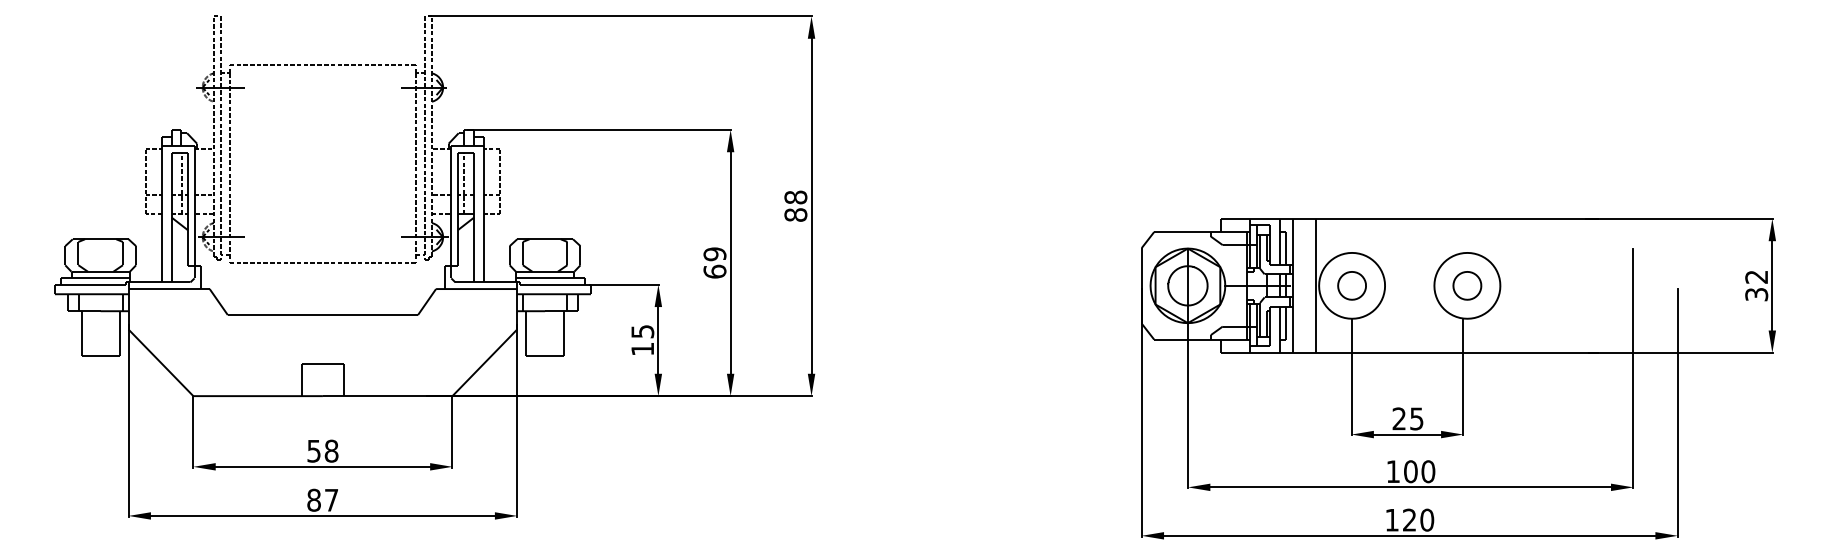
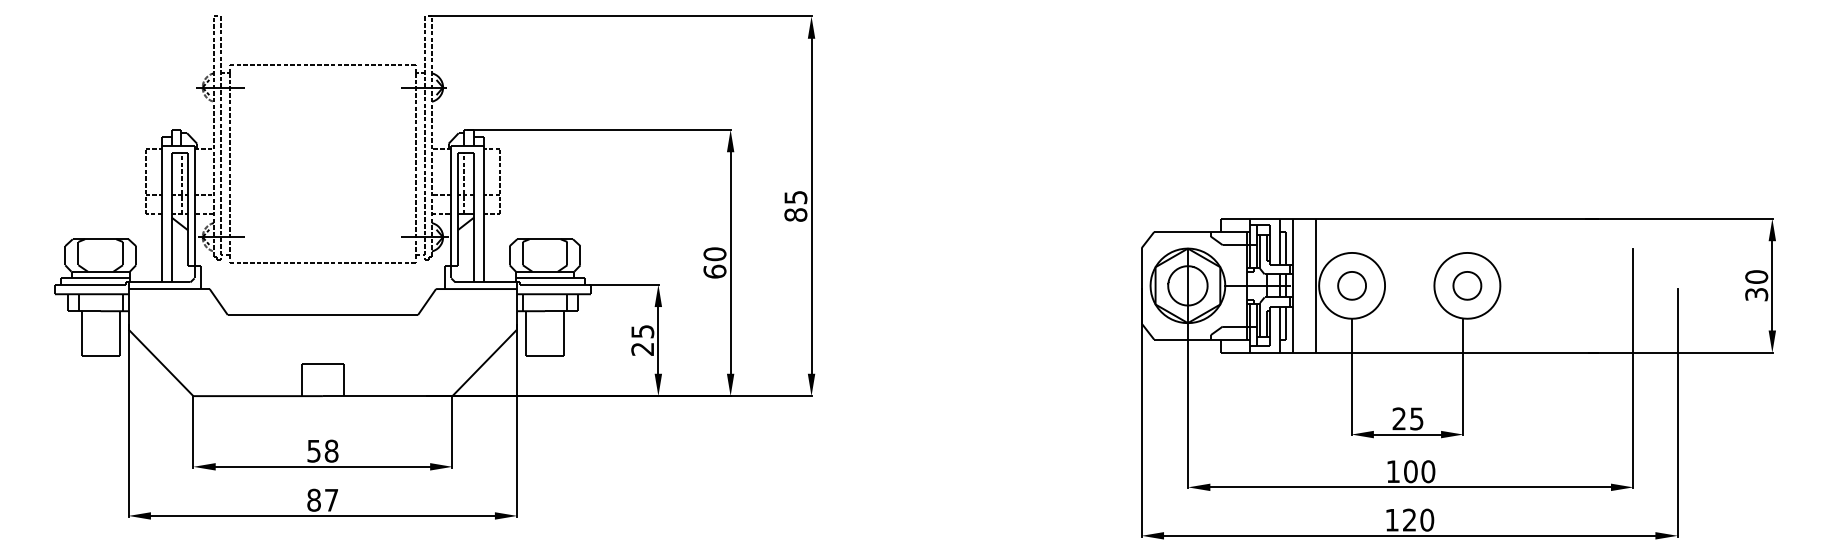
text at (795, 197): 88 -> 85
text at (714, 254): 69 -> 60
text at (1756, 276): 32 -> 30
text at (642, 349): 15 -> 25
